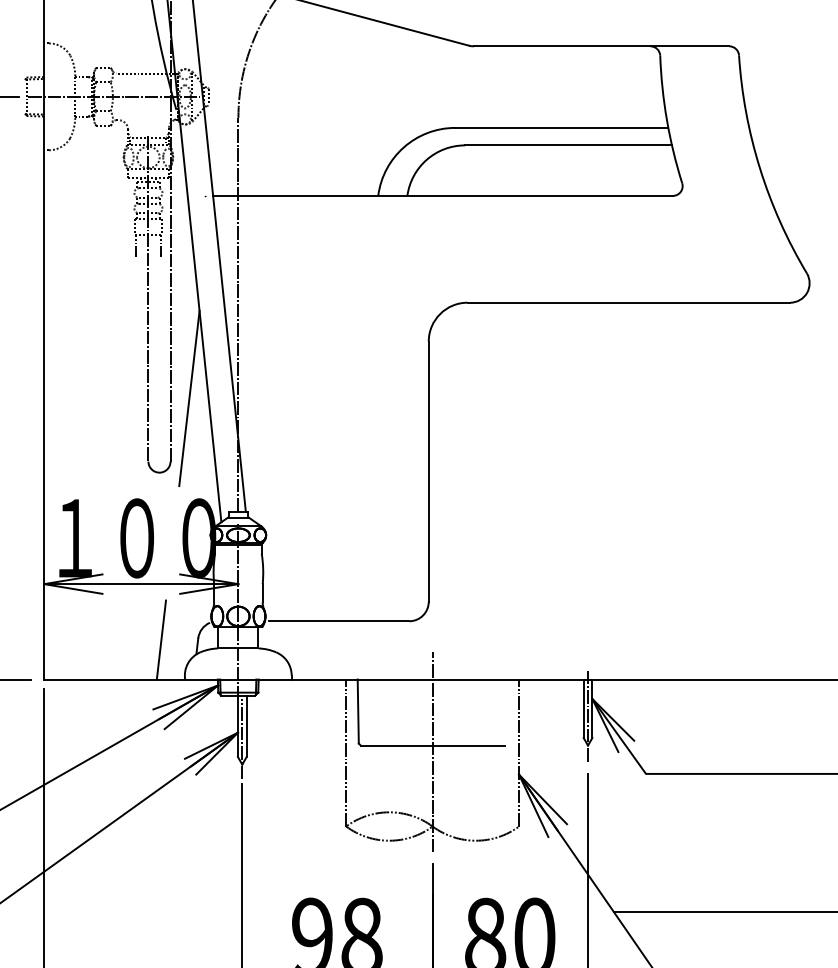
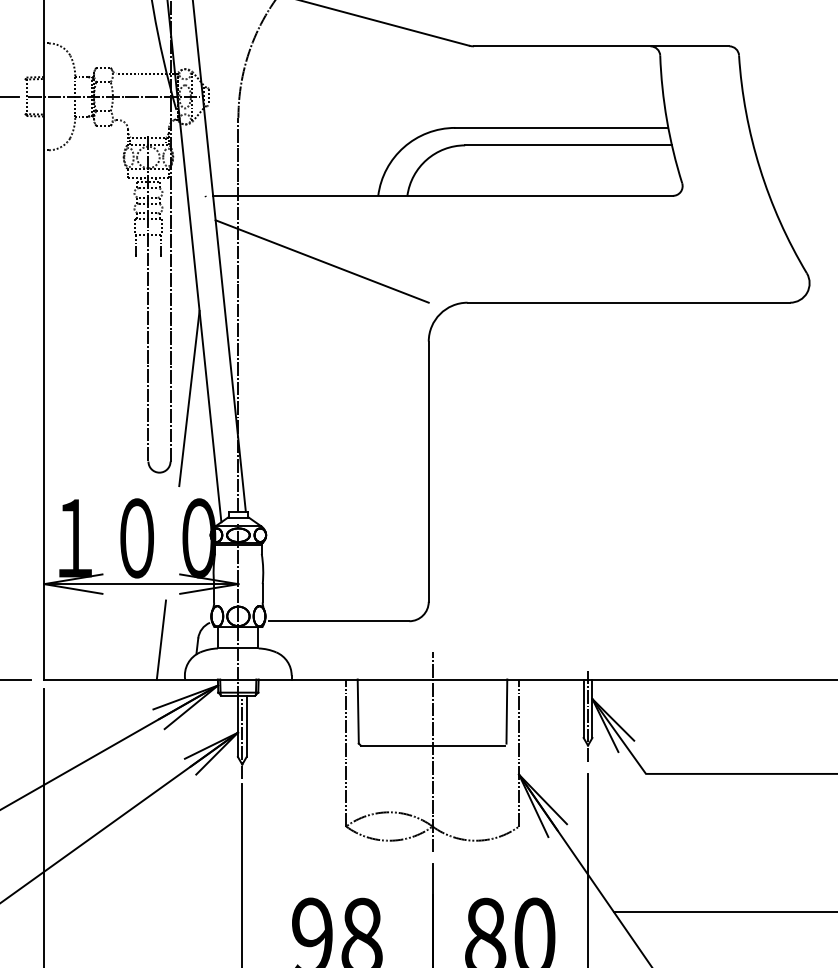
line at (321, 261): none -> present
line at (506, 711): none -> present
